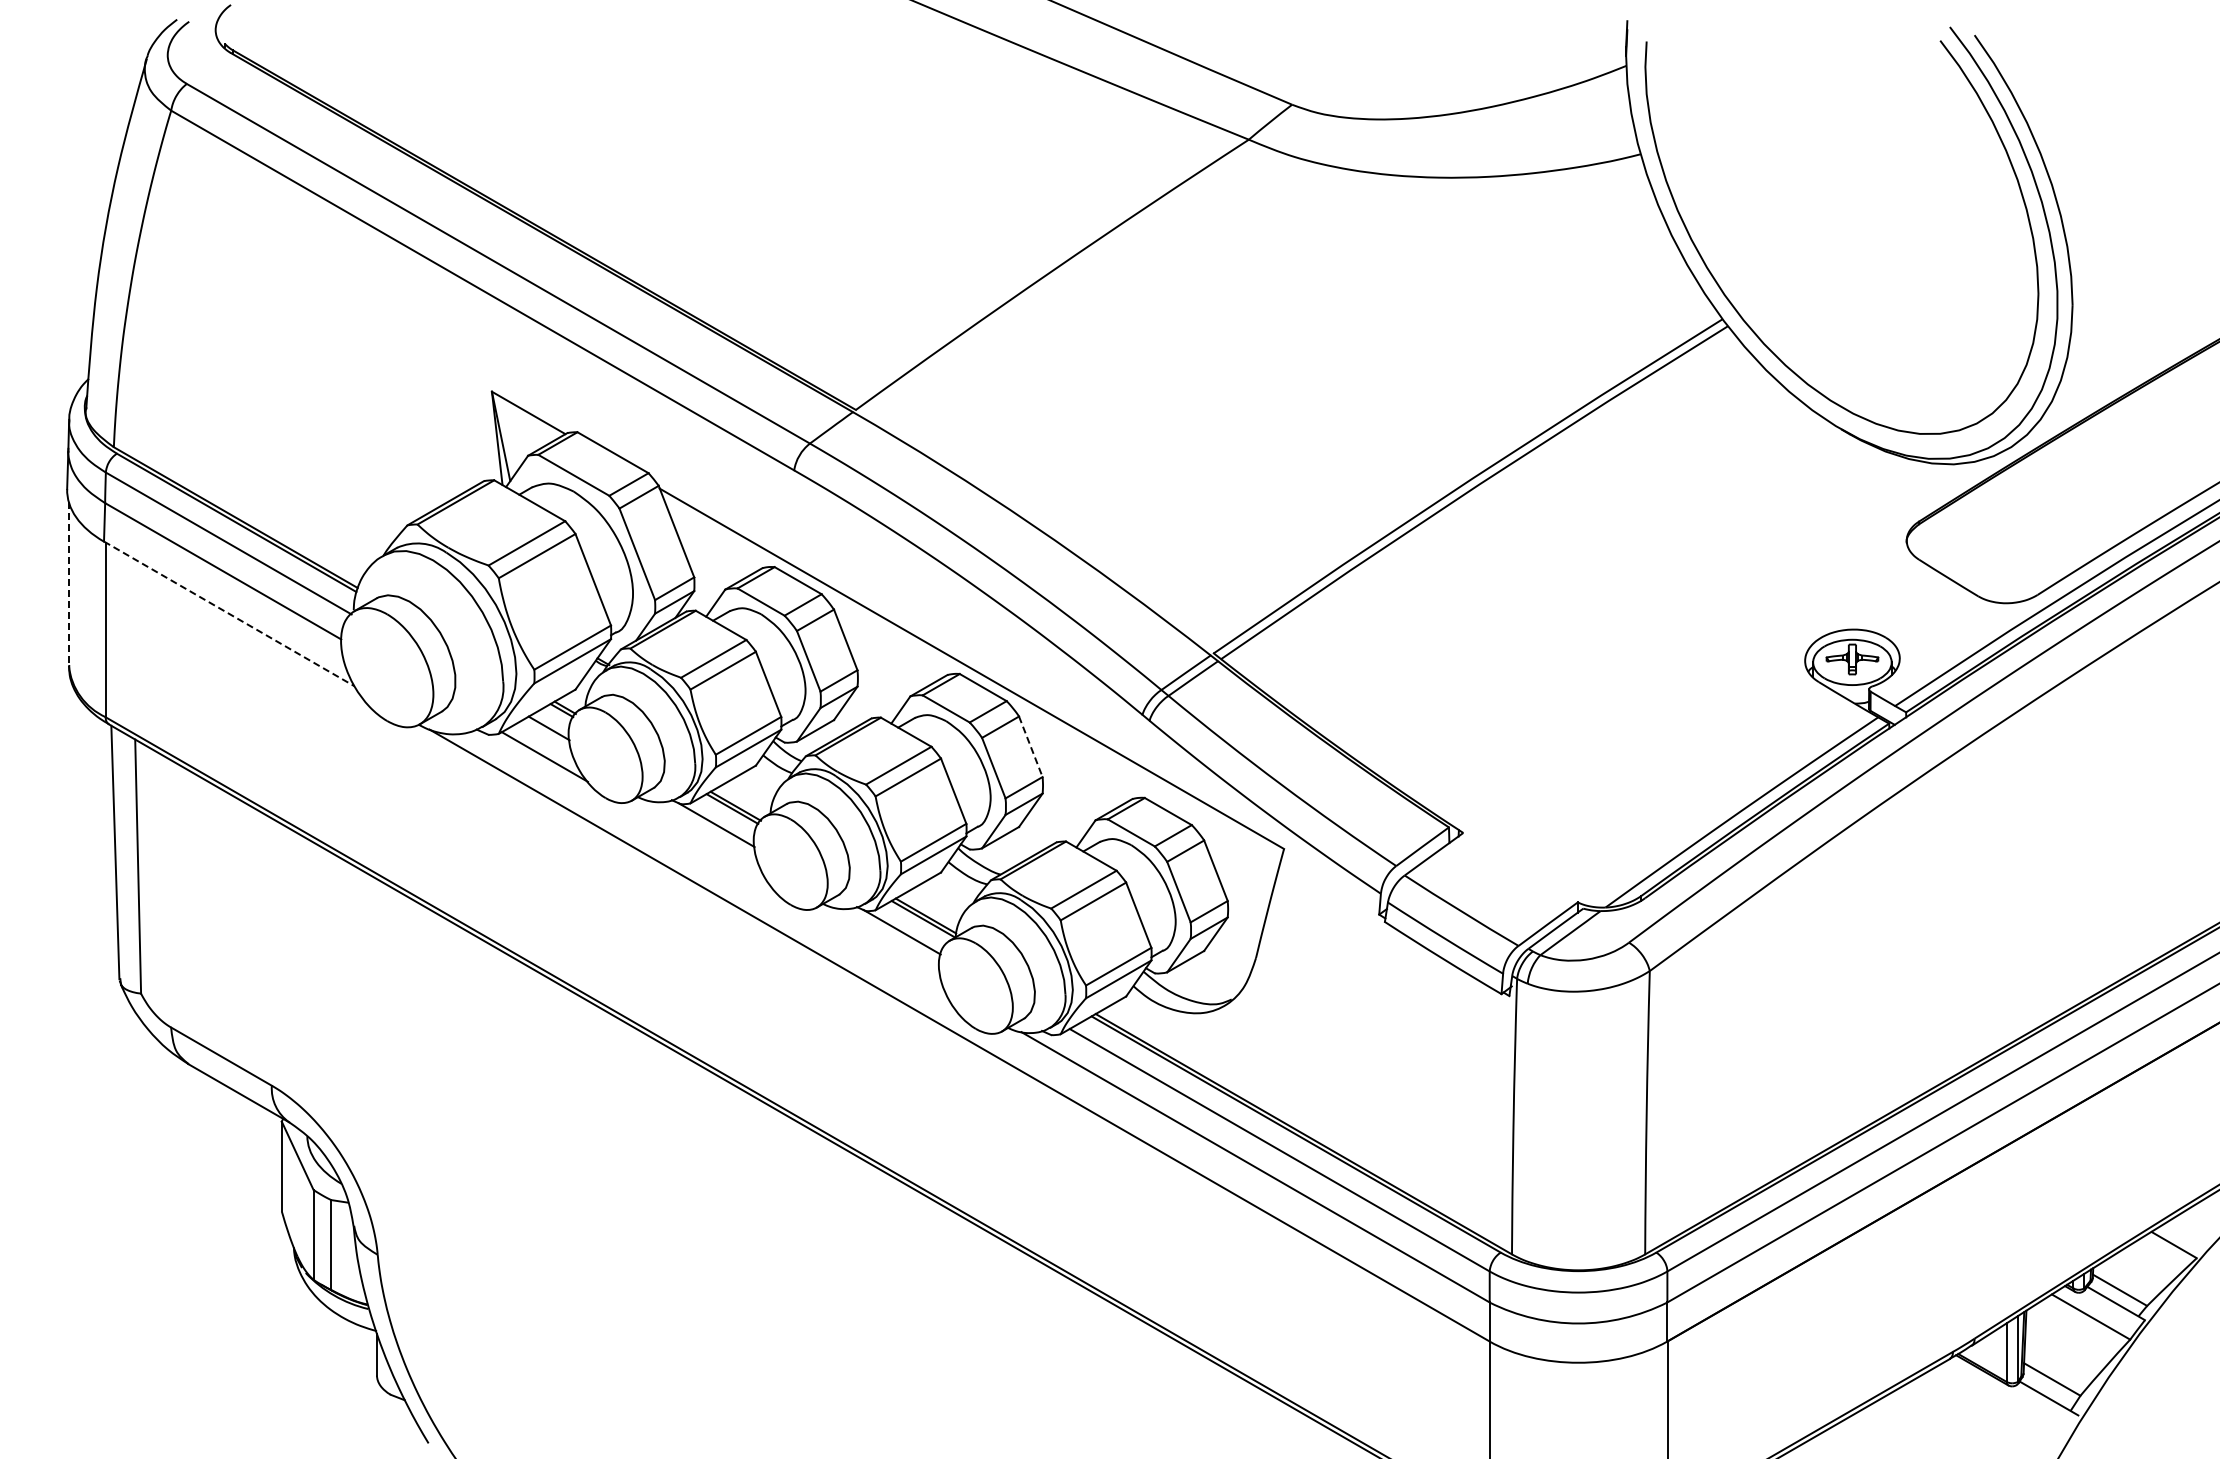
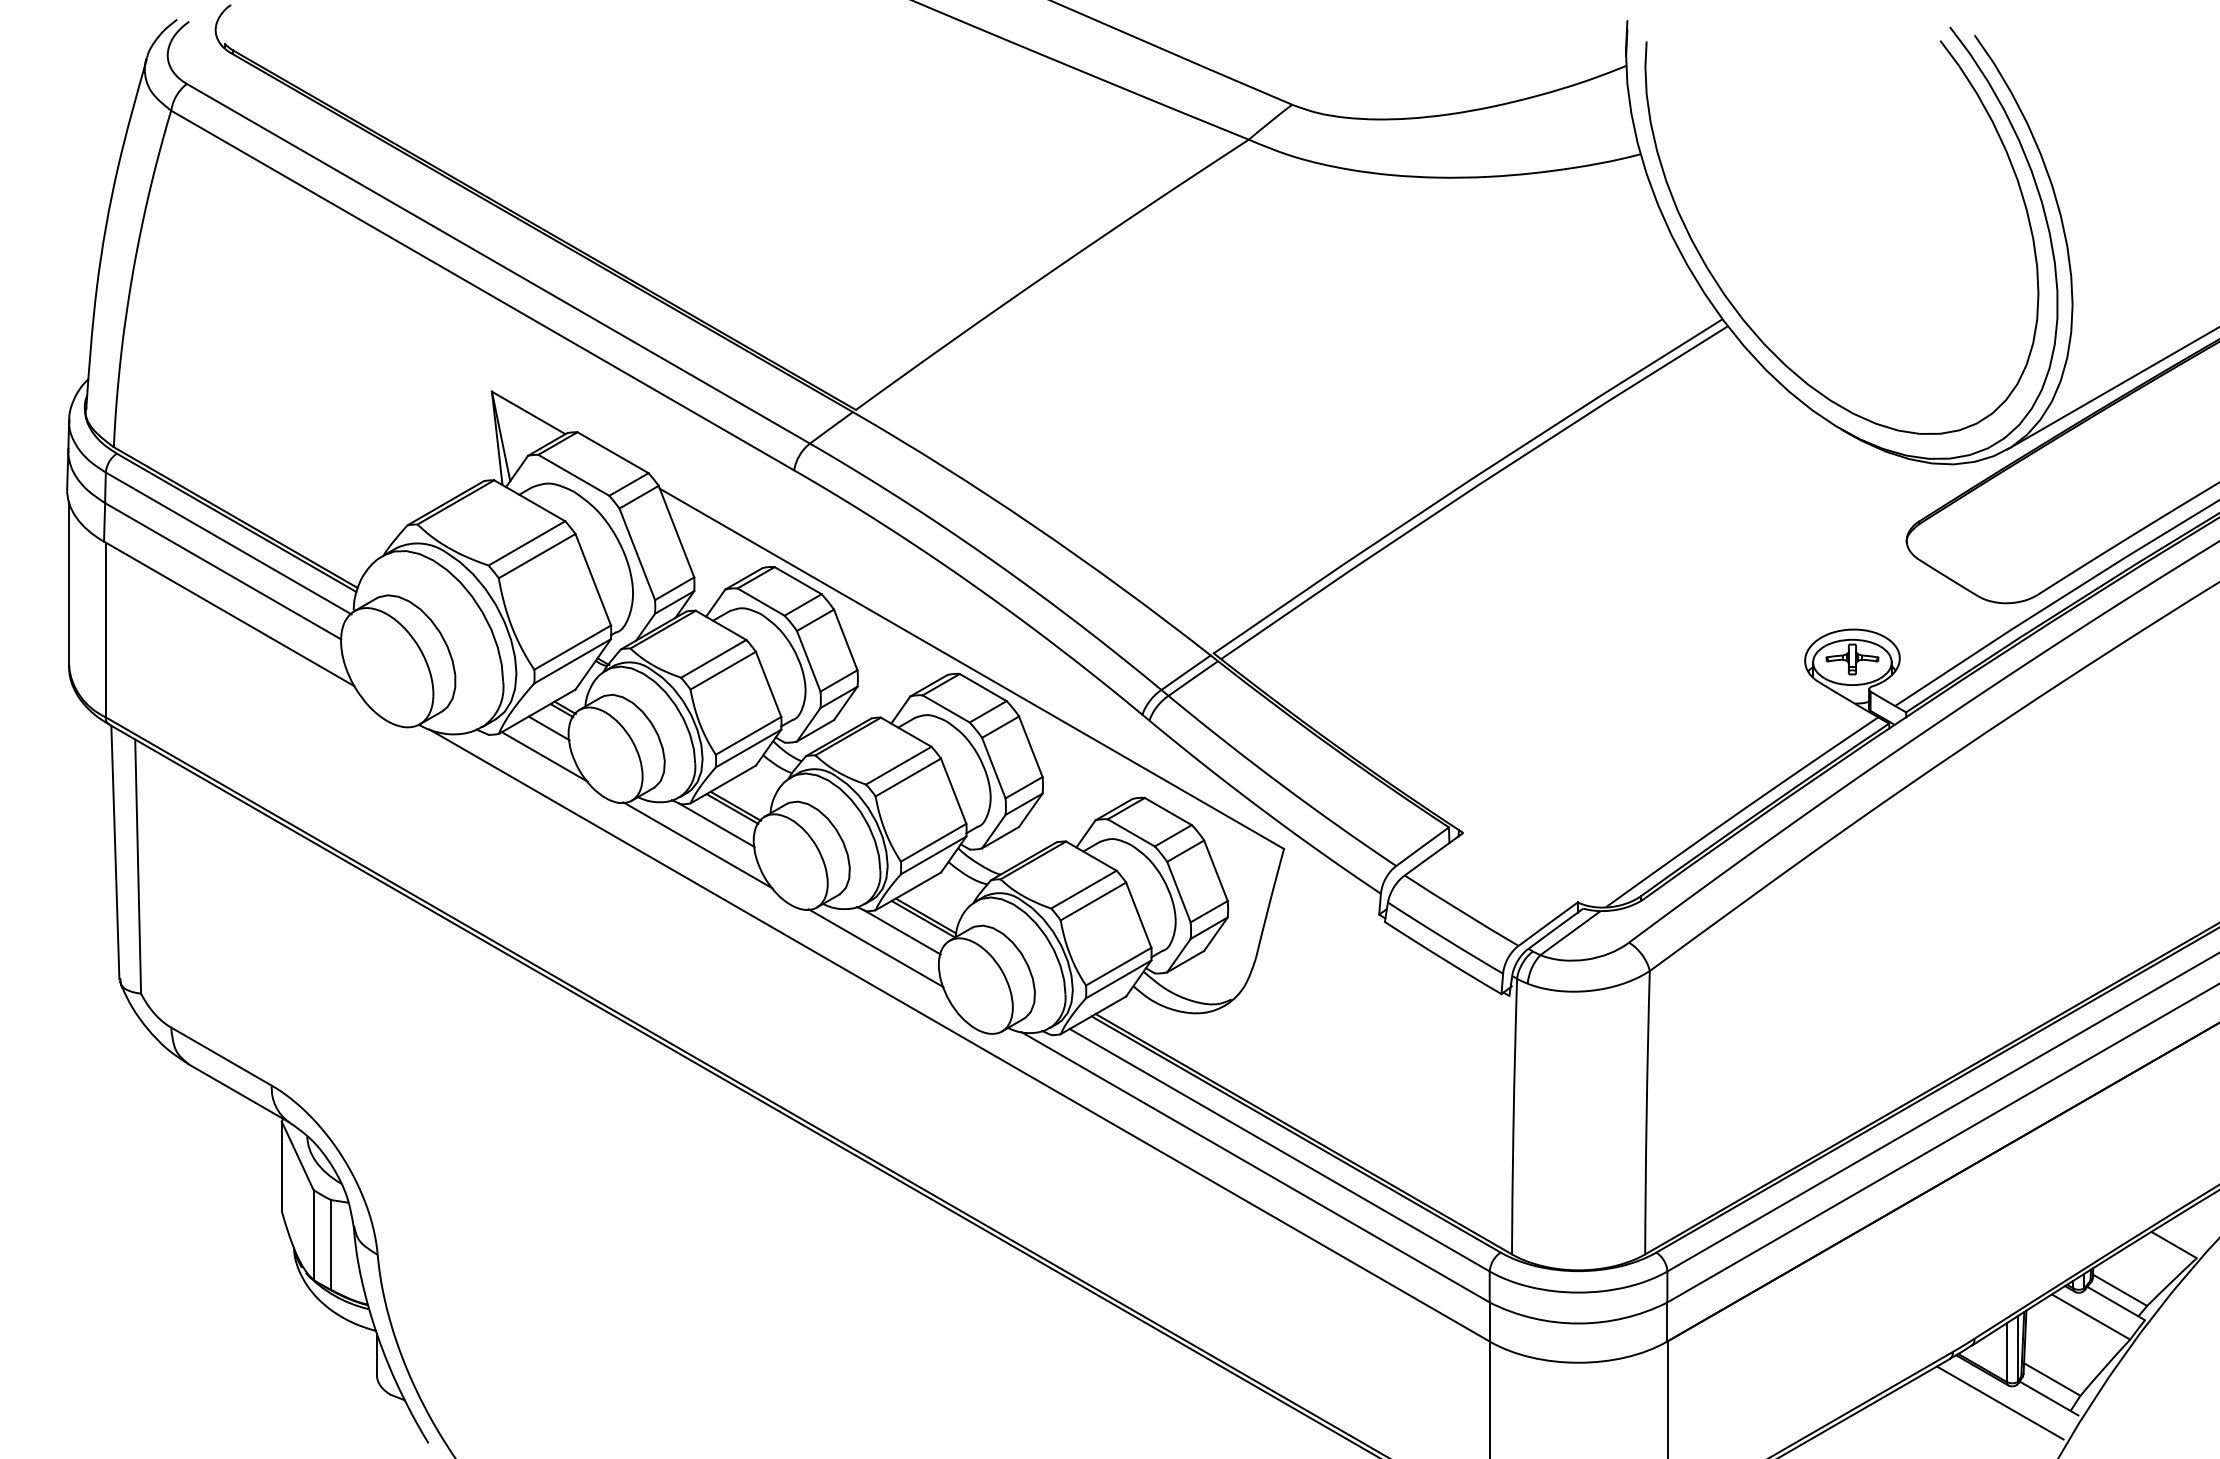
line at (2111, 388): none -> present
line at (68, 584): dashed -> solid
line at (229, 613): dashed -> solid
line at (1031, 747): dashed -> solid
line at (697, 845): none -> present
line at (875, 948): none -> present
line at (2000, 1402): none -> present
